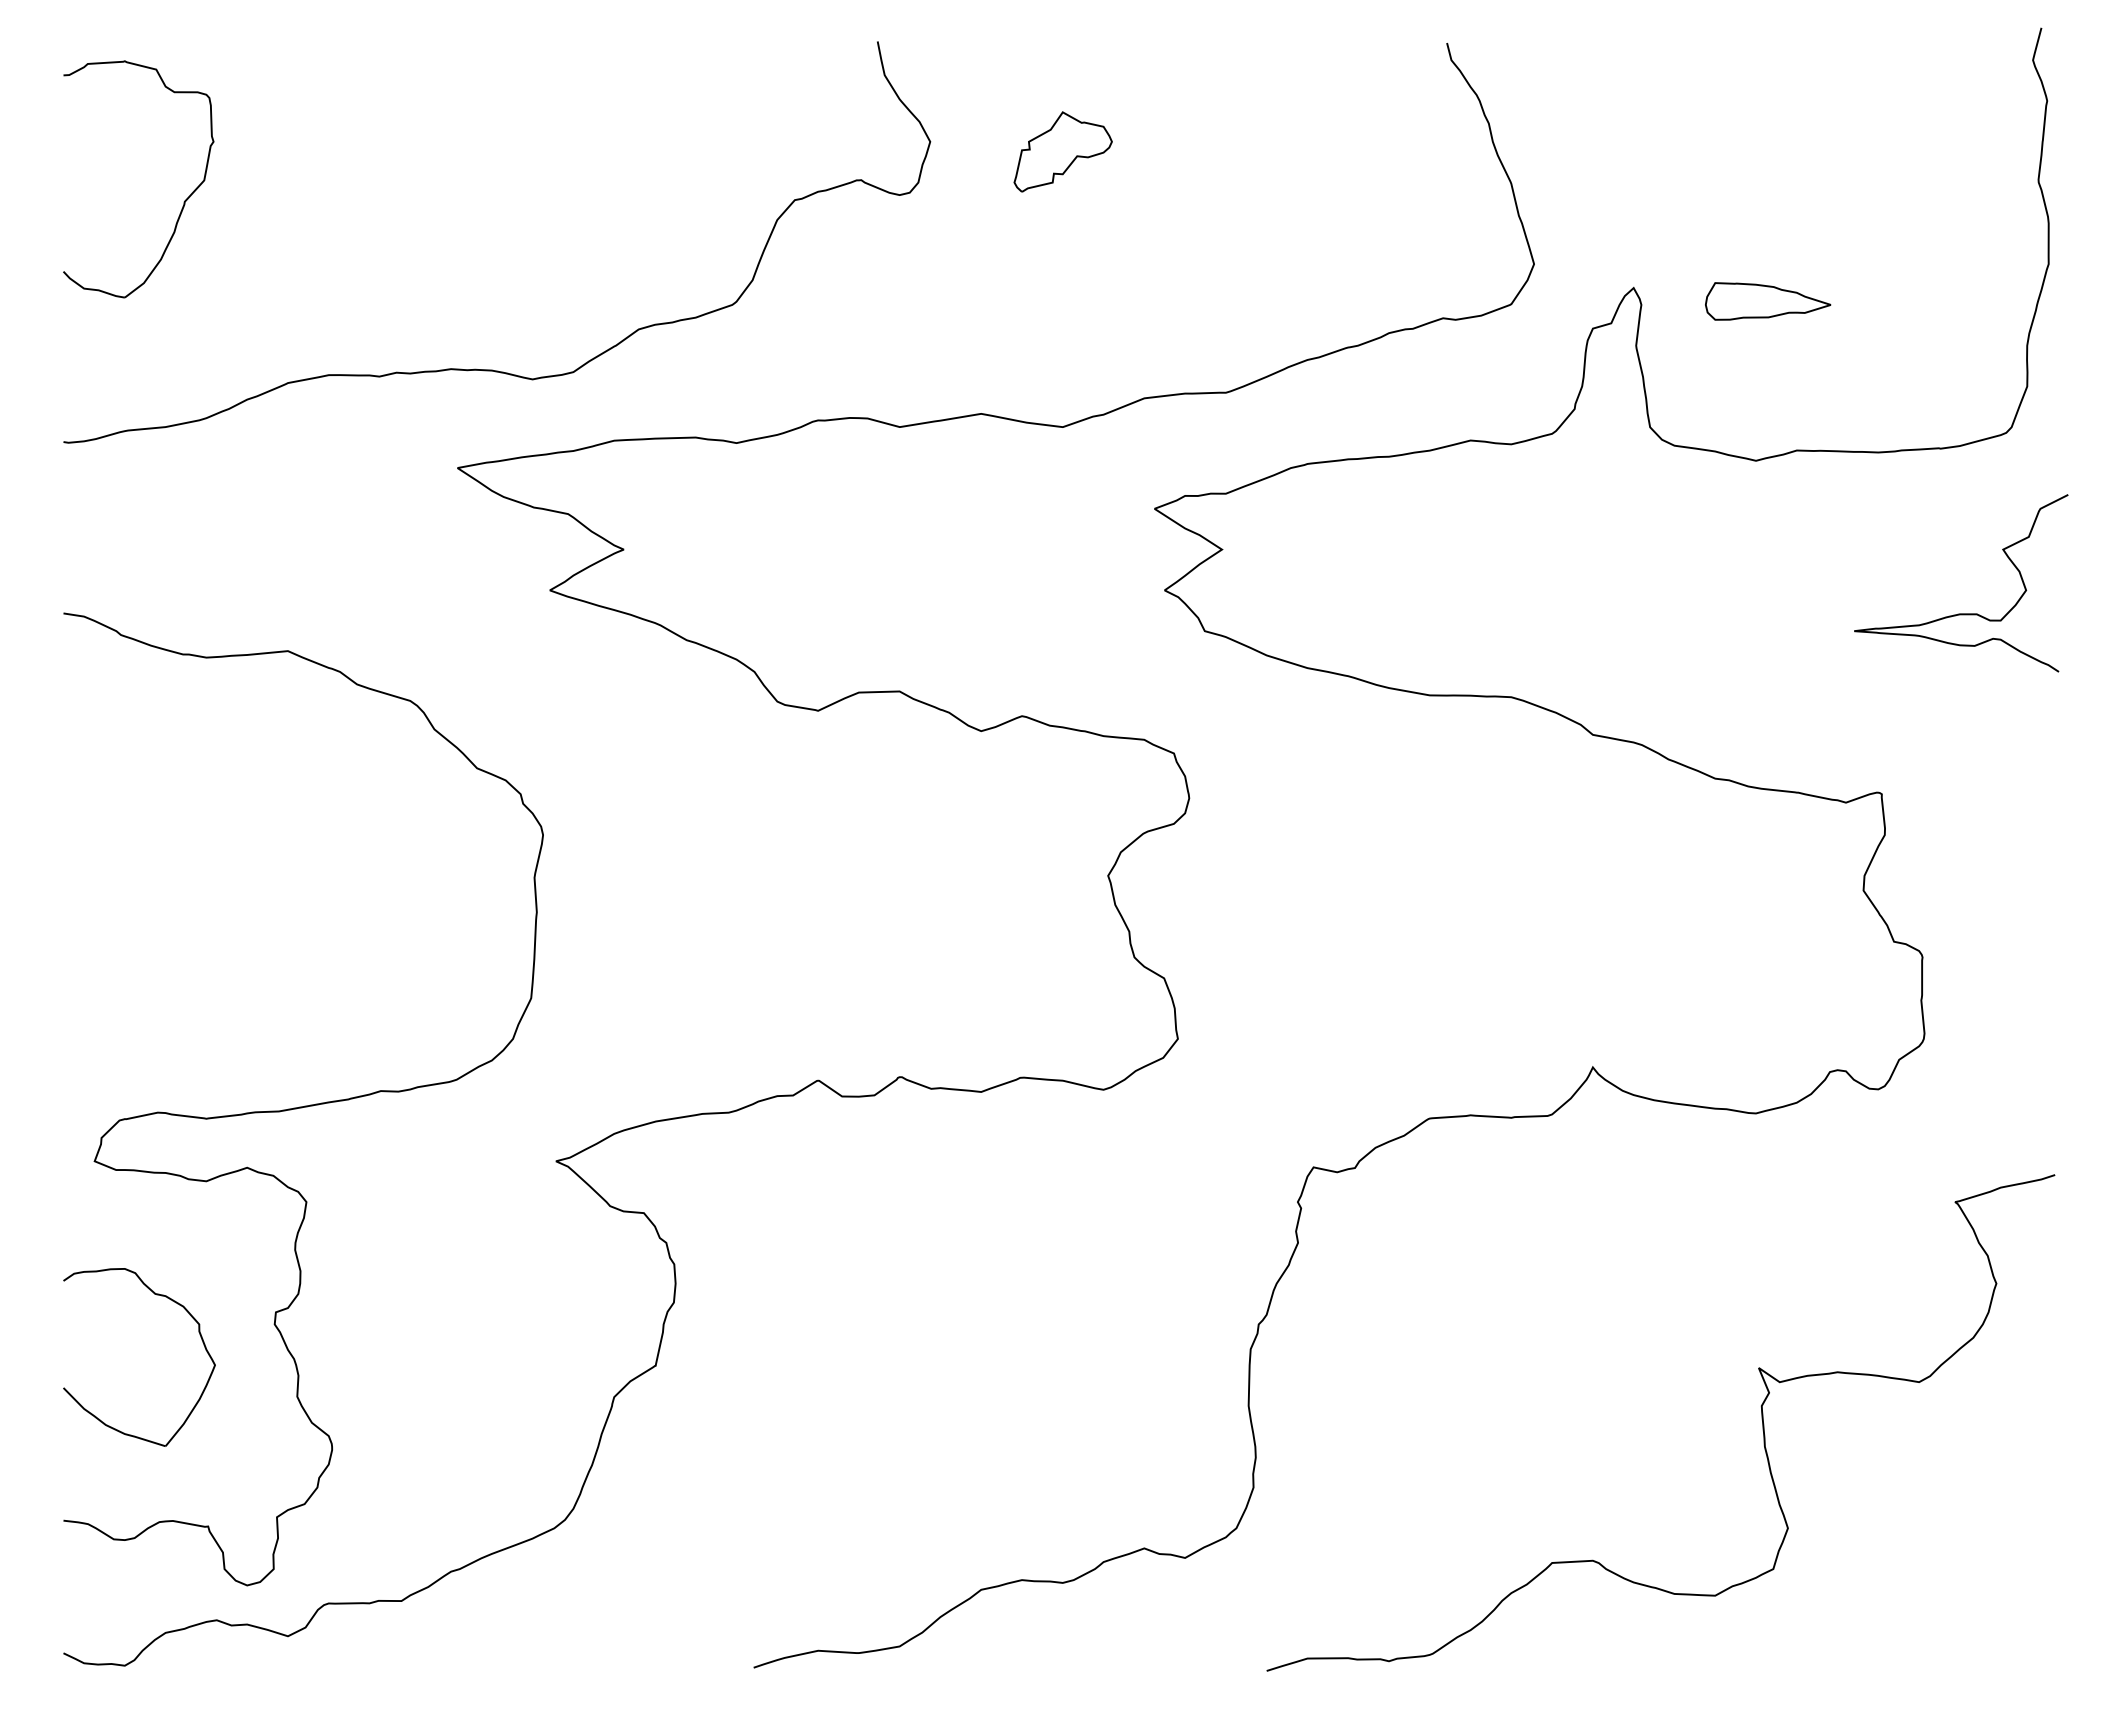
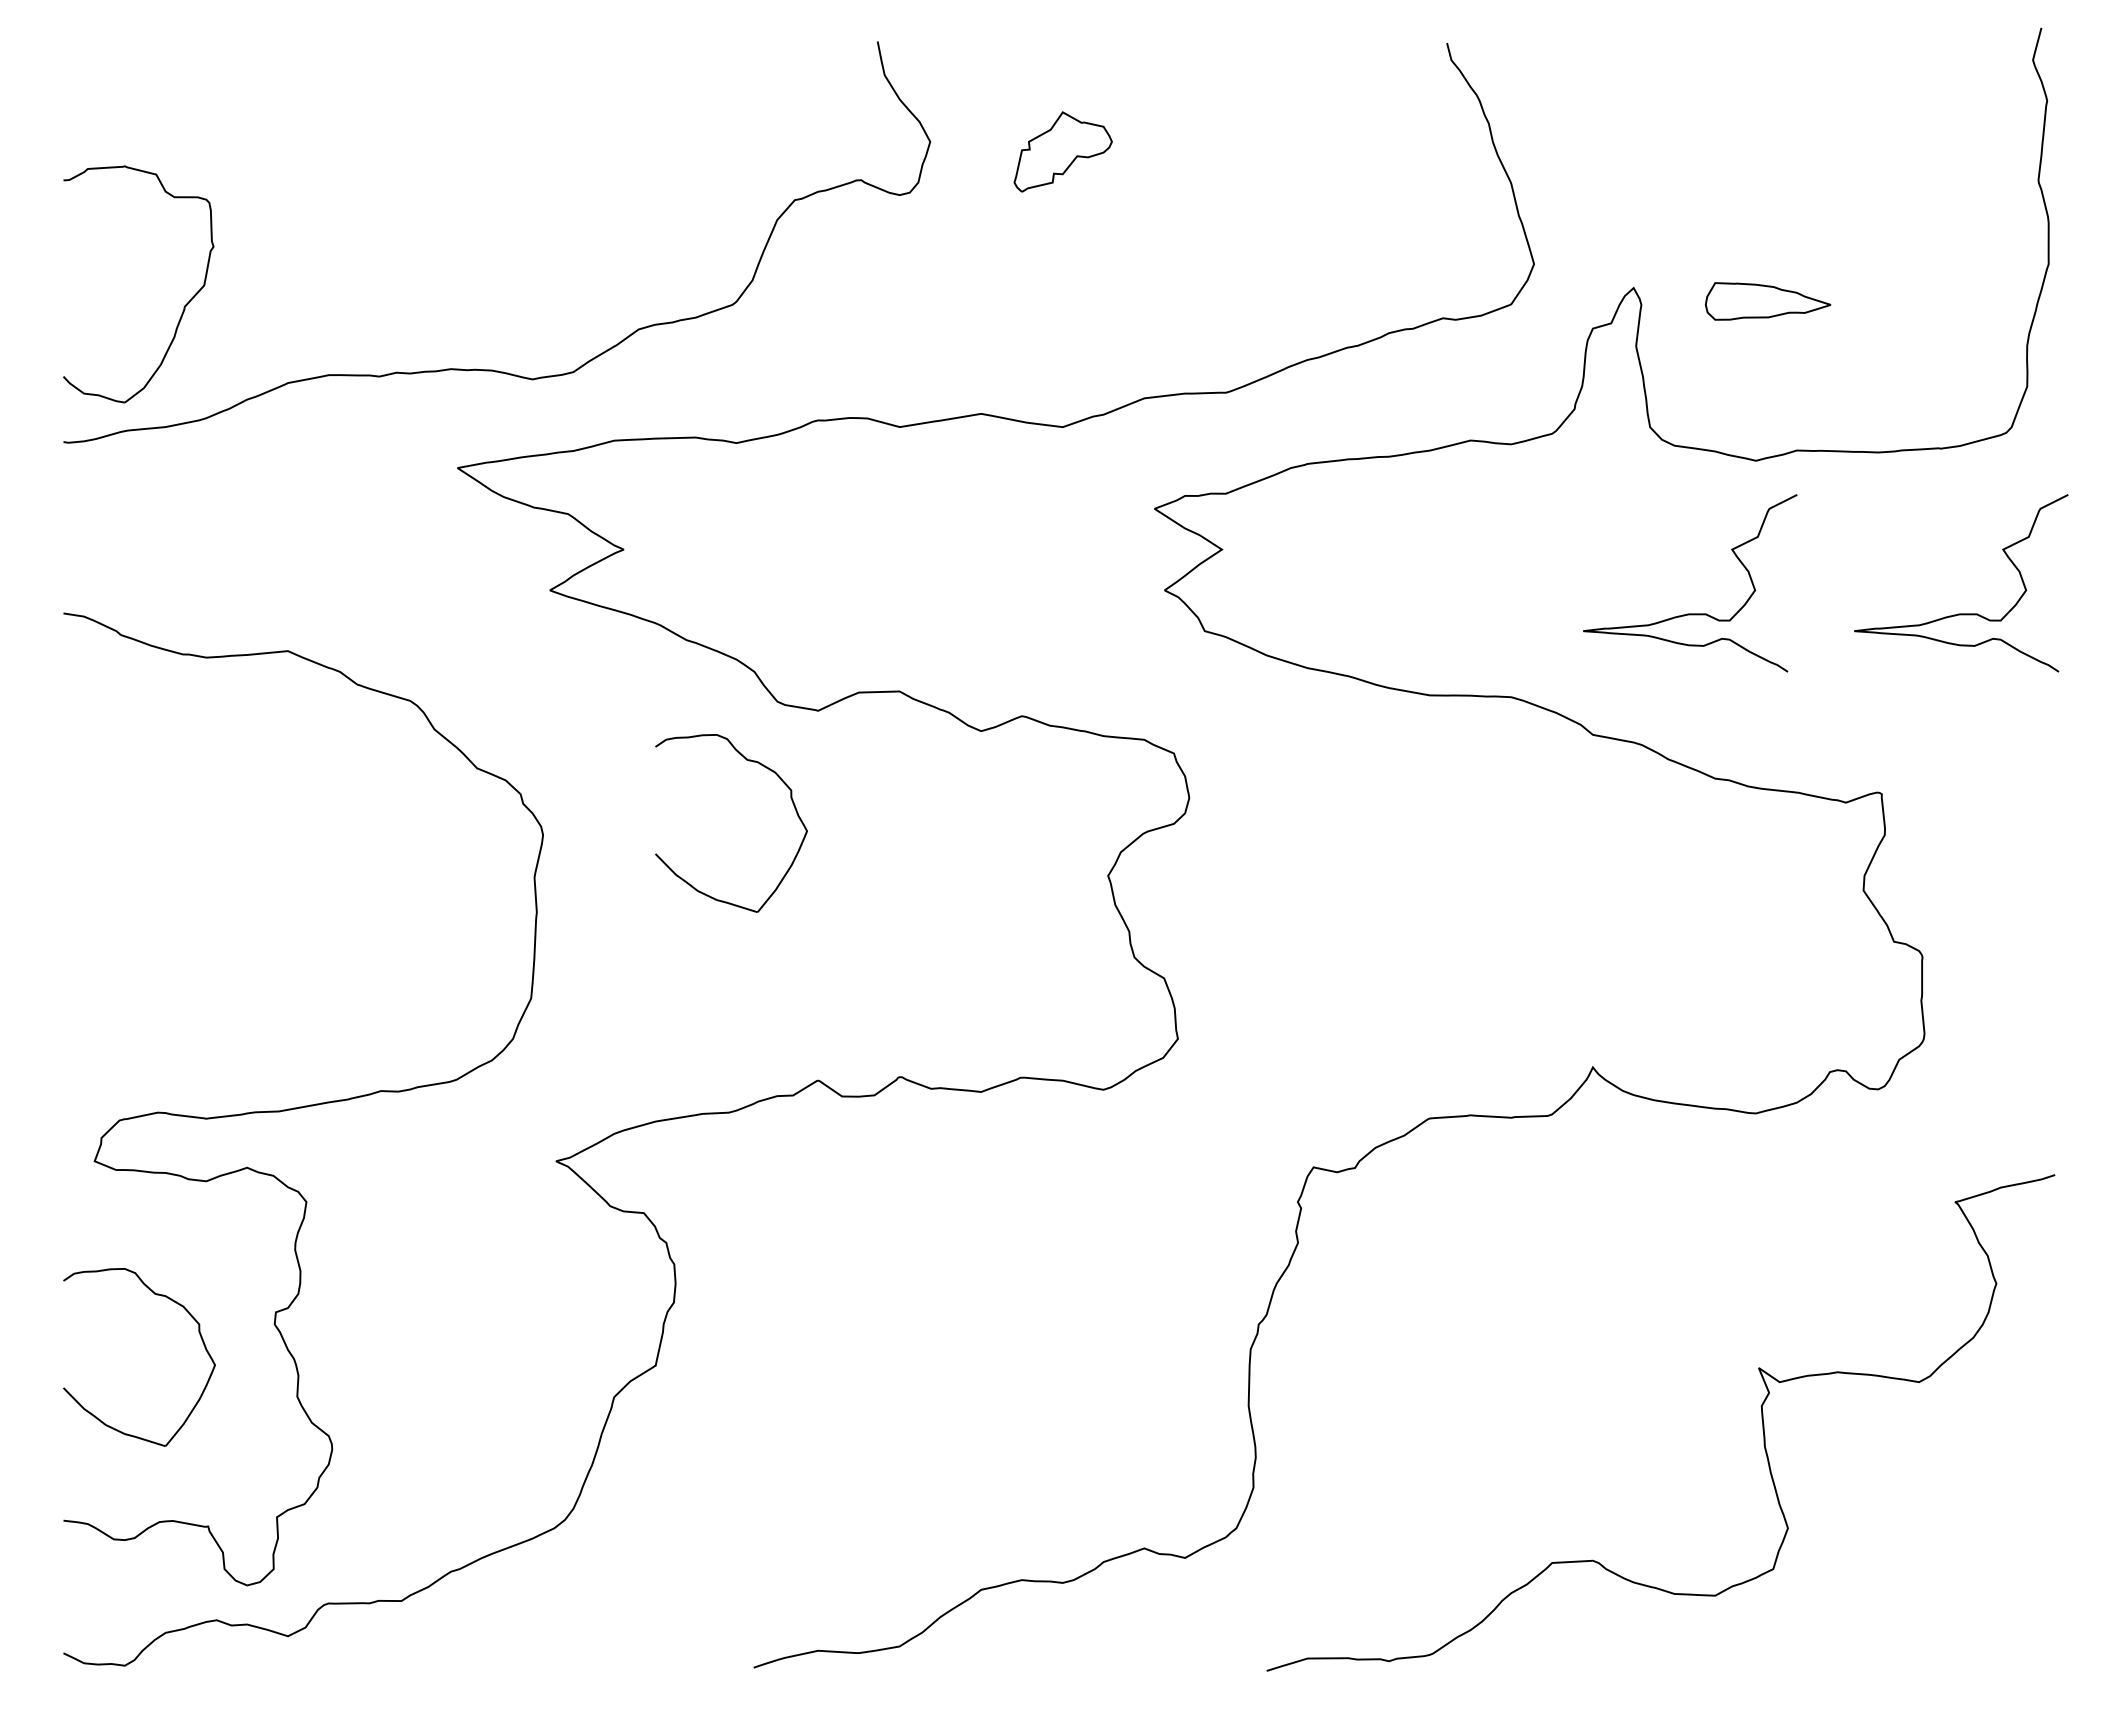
part at (183, 202) position: (183, 202) -> (183, 307)
curve at (1690, 613): none -> present
part at (790, 798): none -> present
